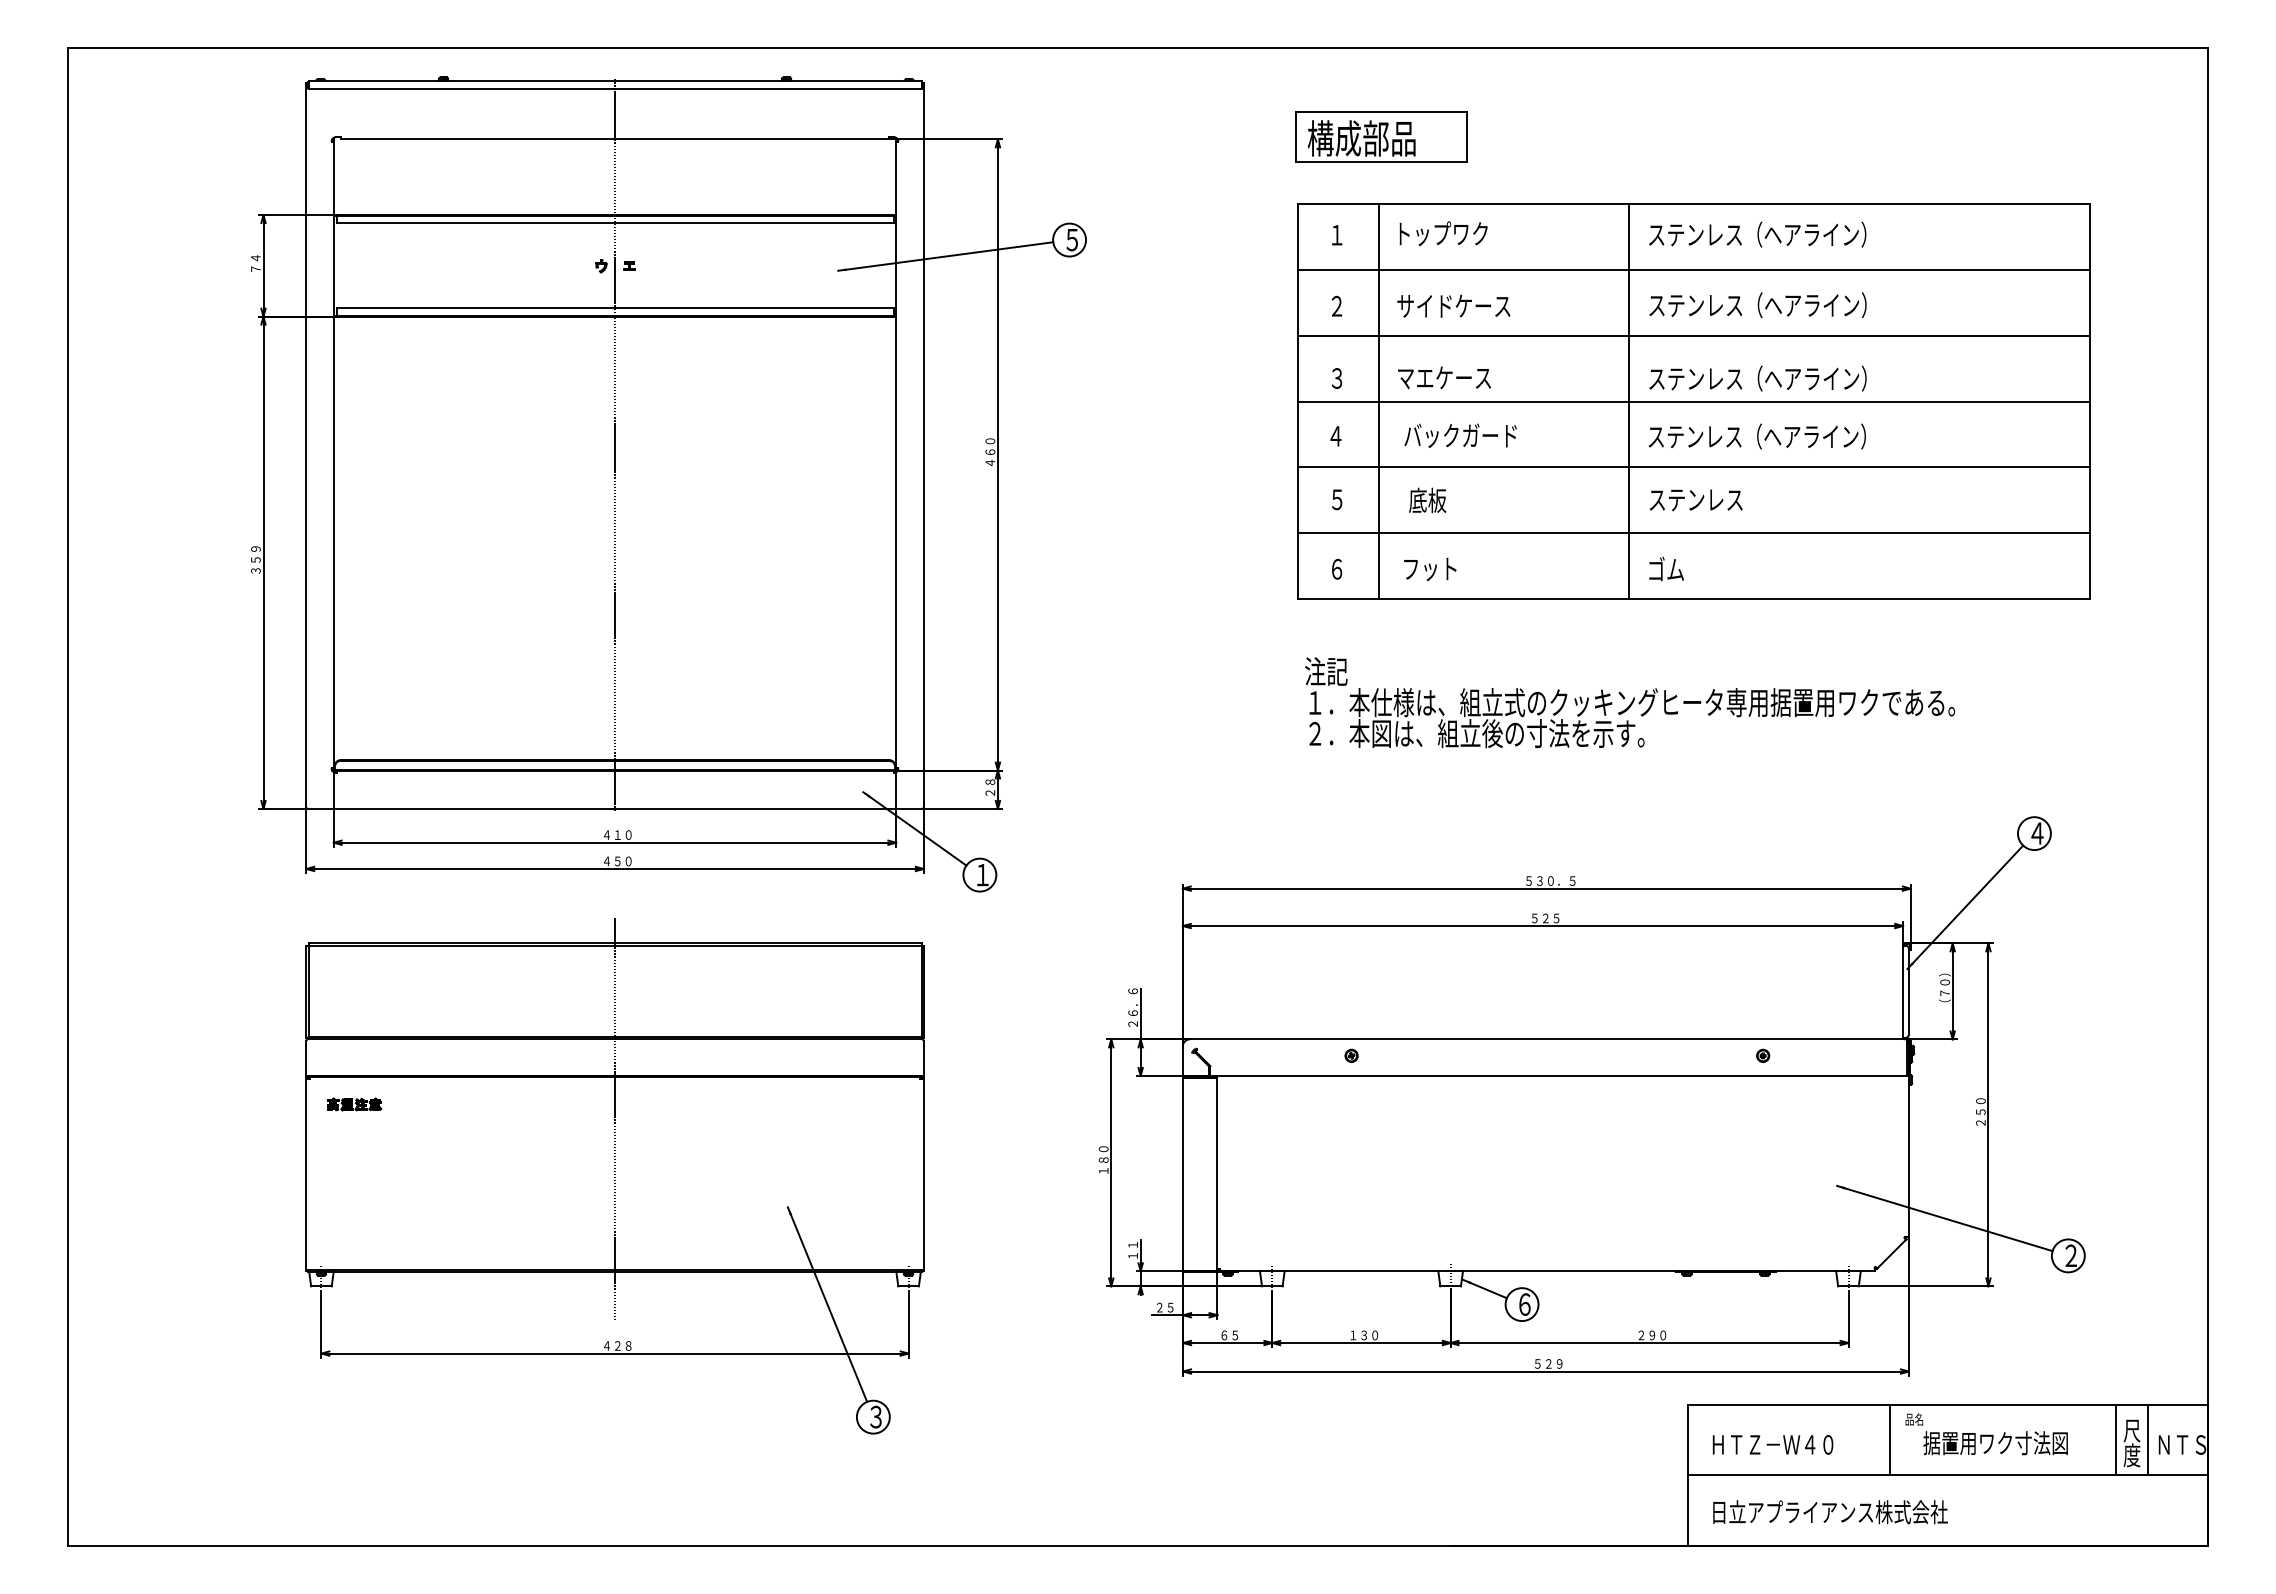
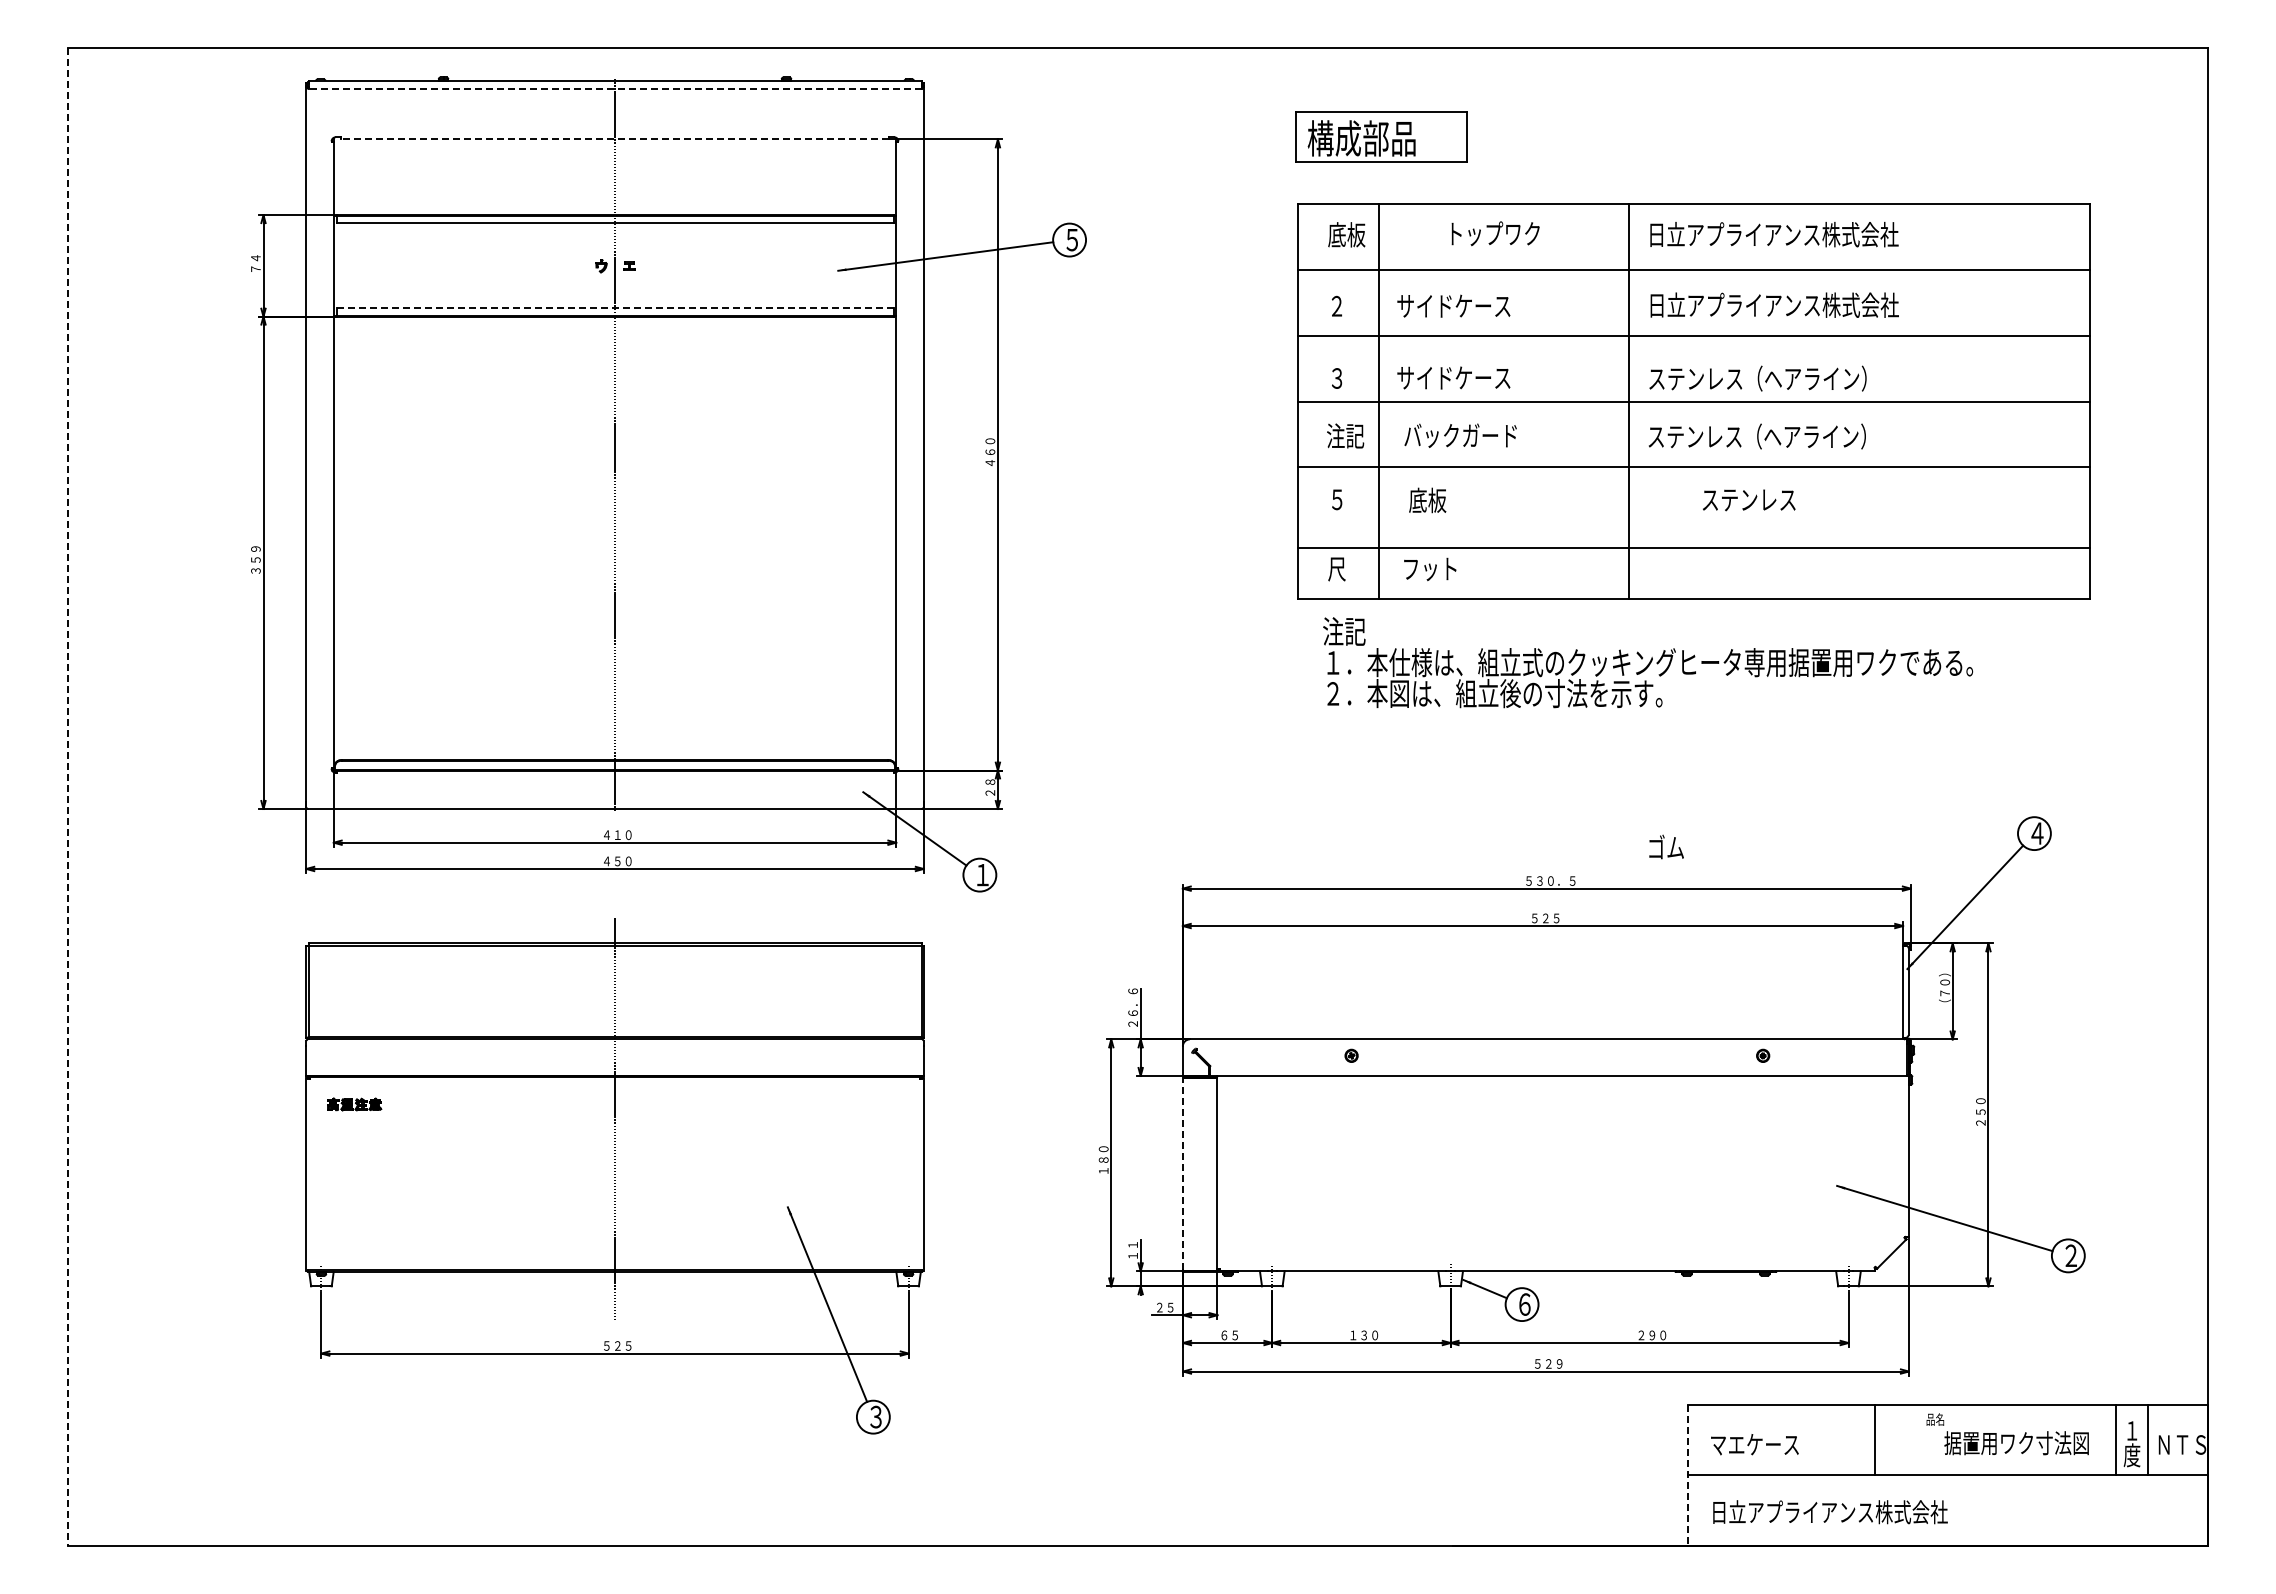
line at (614, 88): solid -> dashed
line at (615, 139): solid -> dashed
text at (1443, 233) position: (1443, 233) -> (1495, 233)
text at (1346, 234): １ -> 底板
text at (1773, 234): ステンレス（ヘアライン） -> 日立アプライアンス株式会社
text at (1773, 305): ステンレス（ヘアライン） -> 日立アプライアンス株式会社
line at (615, 308): solid -> dashed
text at (1453, 377): マエケース -> サイドケース
text at (1345, 435): ４ -> 注記
text at (1696, 500) position: (1696, 500) -> (1749, 500)
line at (1694, 533) position: (1694, 533) -> (1694, 548)
text at (1666, 568) position: (1666, 568) -> (1666, 846)
text at (1336, 569): ６ -> 尺
text at (1630, 702) position: (1630, 702) -> (1648, 662)
line at (68, 797): solid -> dashed
line at (1183, 1174): solid -> dashed
text at (617, 1345): ４２８ -> ５２５
text at (2131, 1430): 尺 -> １
text at (1986, 1434) position: (1986, 1434) -> (2007, 1434)
line at (1889, 1439) position: (1889, 1439) -> (1874, 1439)
text at (1772, 1444): ＨＴＺ－Ｗ４０ -> マエケース
line at (1687, 1475): solid -> dashed
